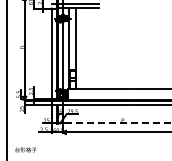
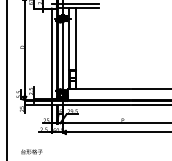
line at (118, 123): dashed -> solid
text at (25, 149) position: (25, 149) -> (31, 151)
